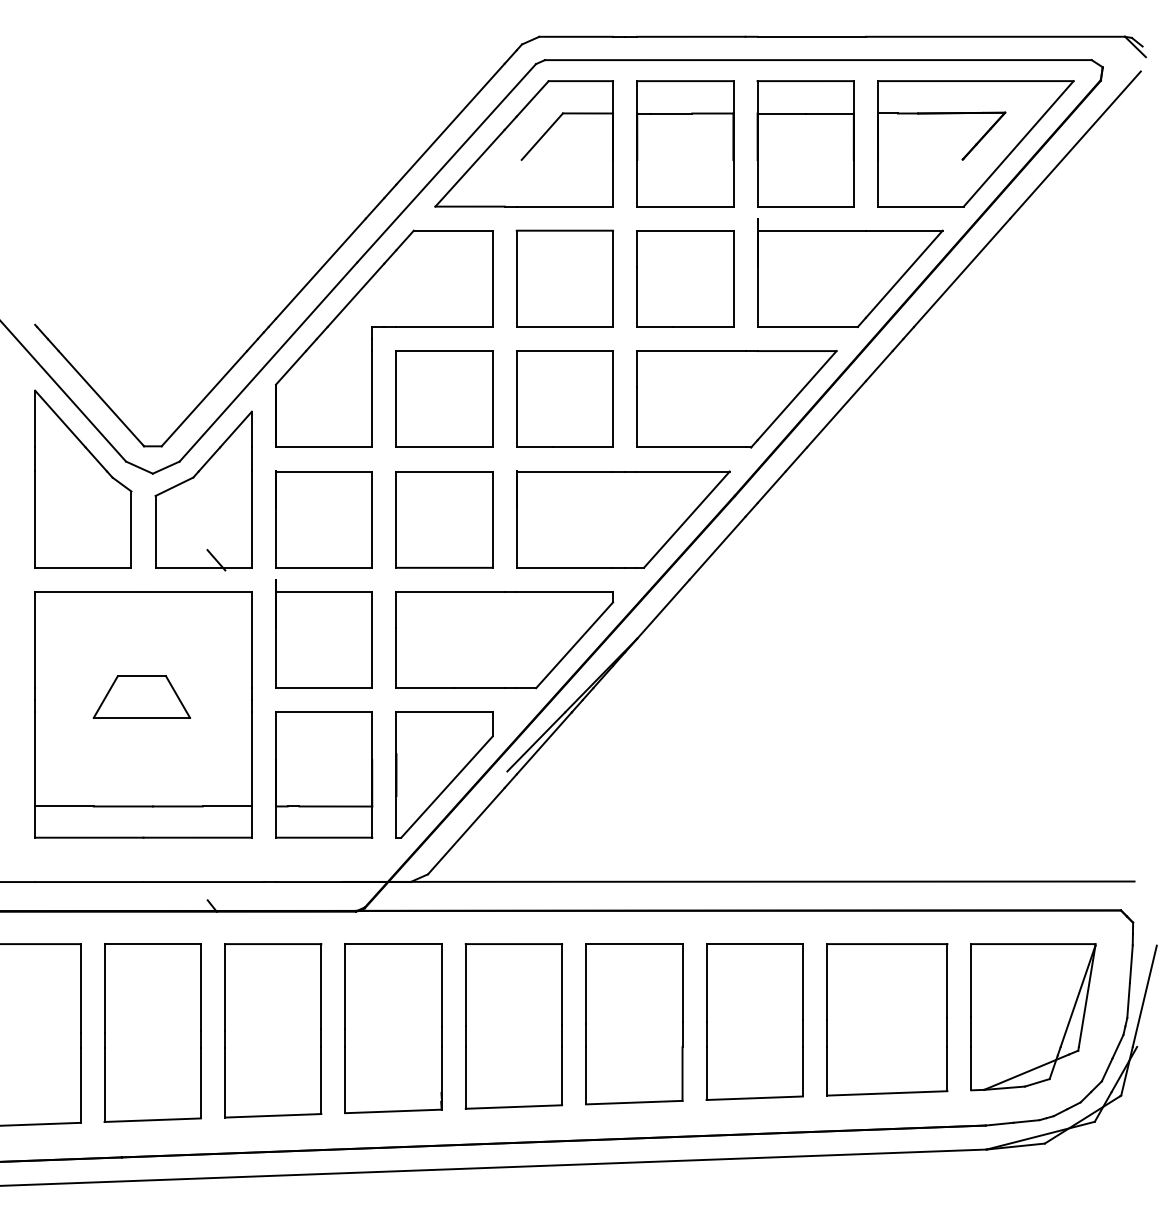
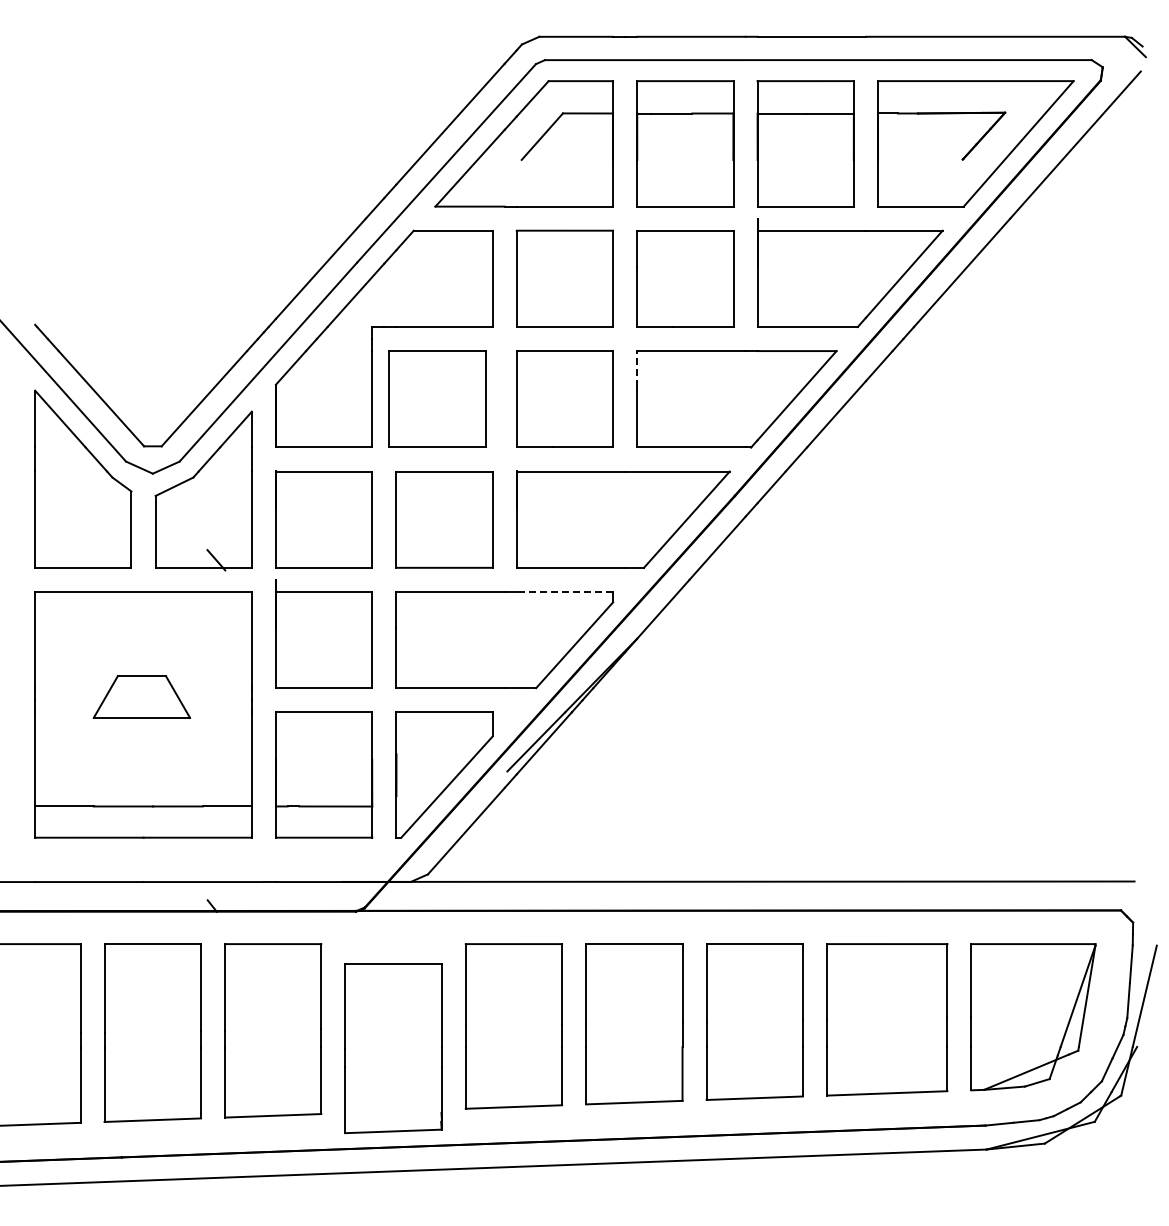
line at (637, 368): solid -> dashed
part at (444, 398) position: (444, 398) -> (437, 398)
line at (564, 591): solid -> dashed
part at (393, 1028) position: (393, 1028) -> (393, 1048)
